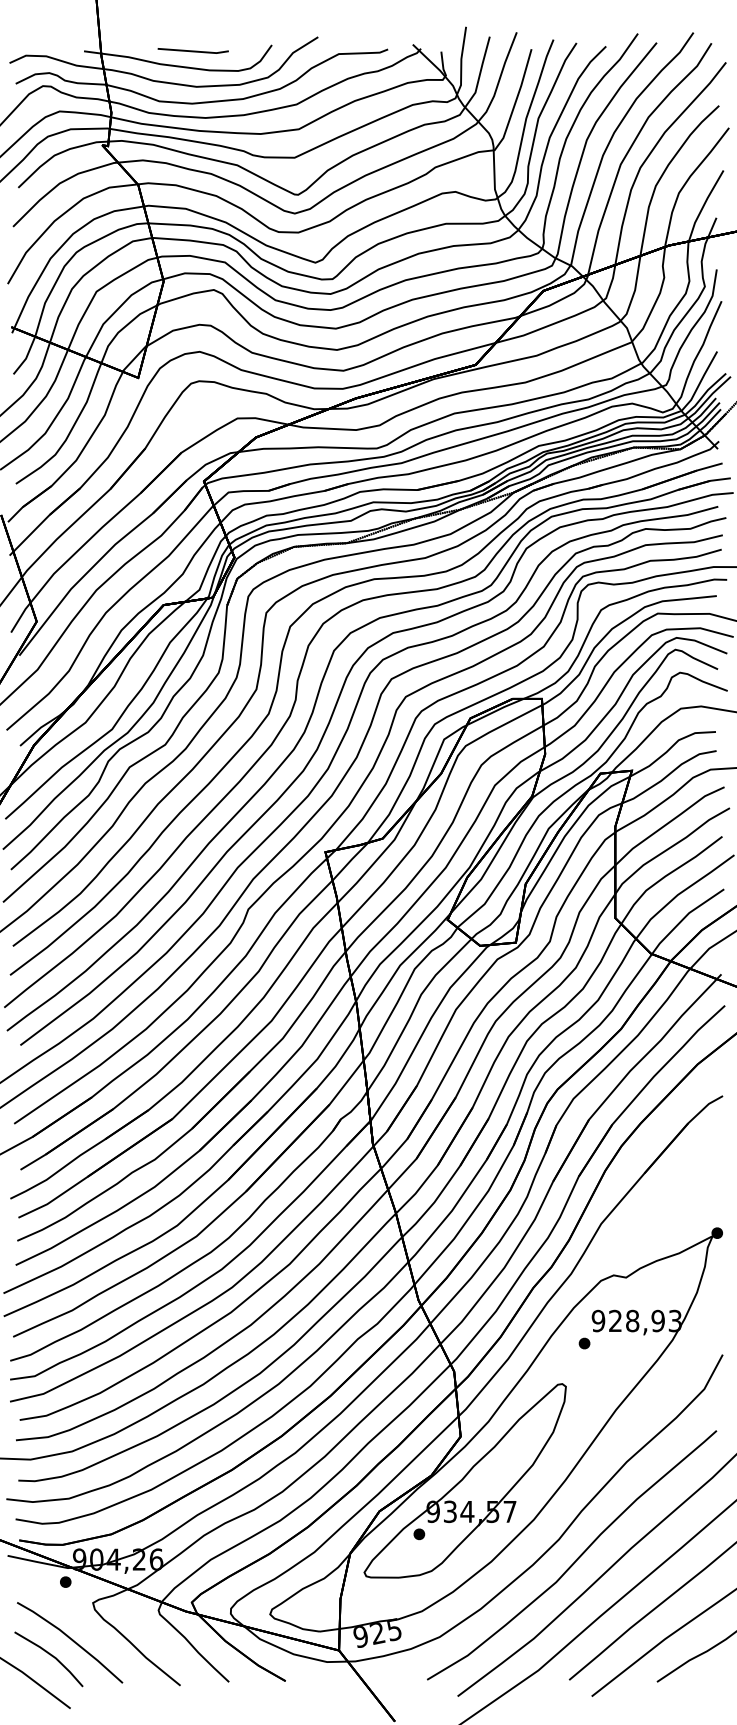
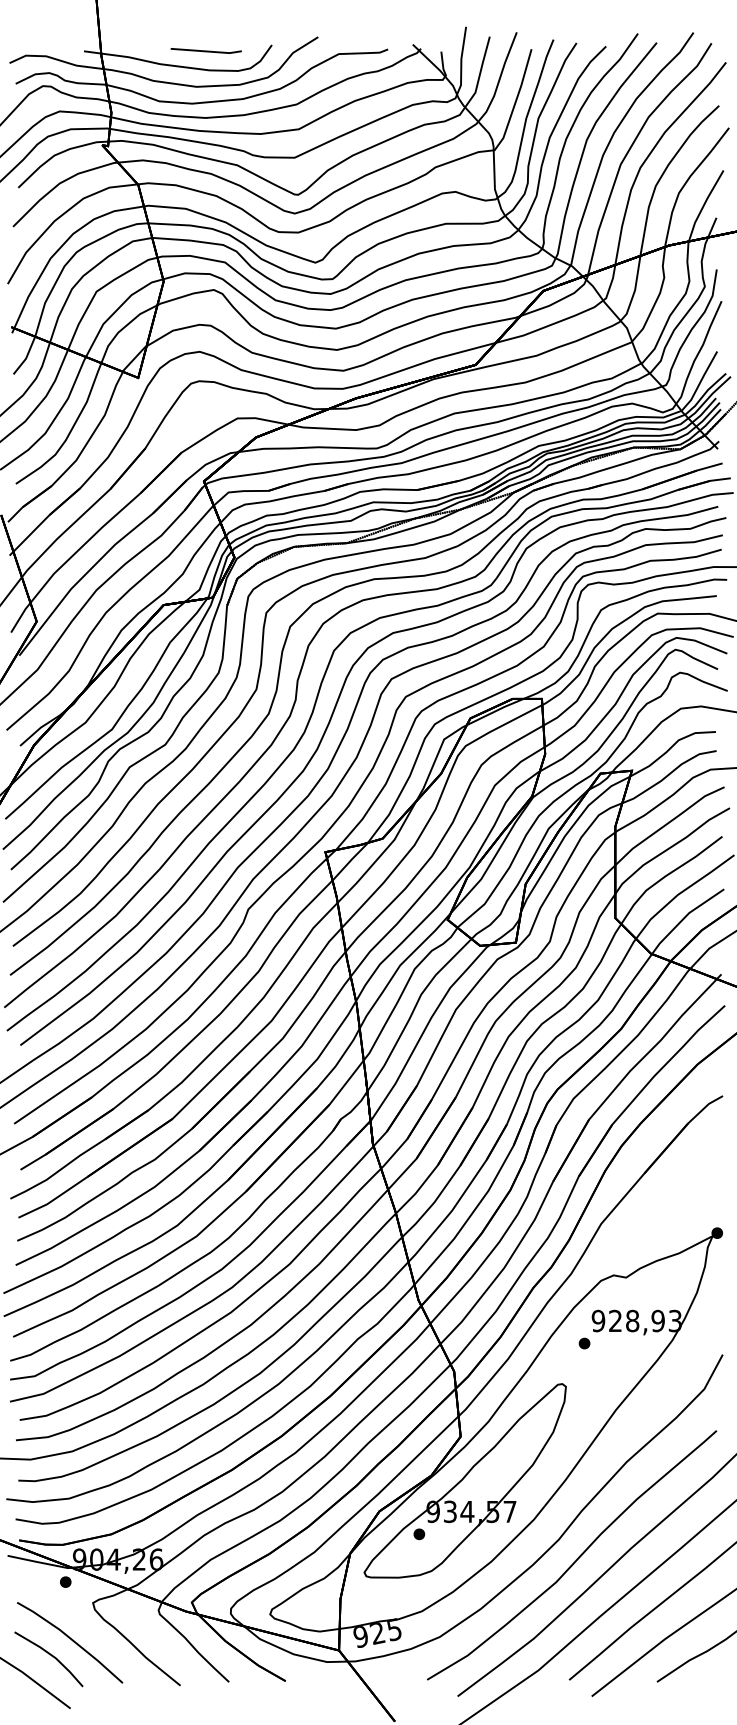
part at (192, 50) position: (192, 50) -> (205, 50)
